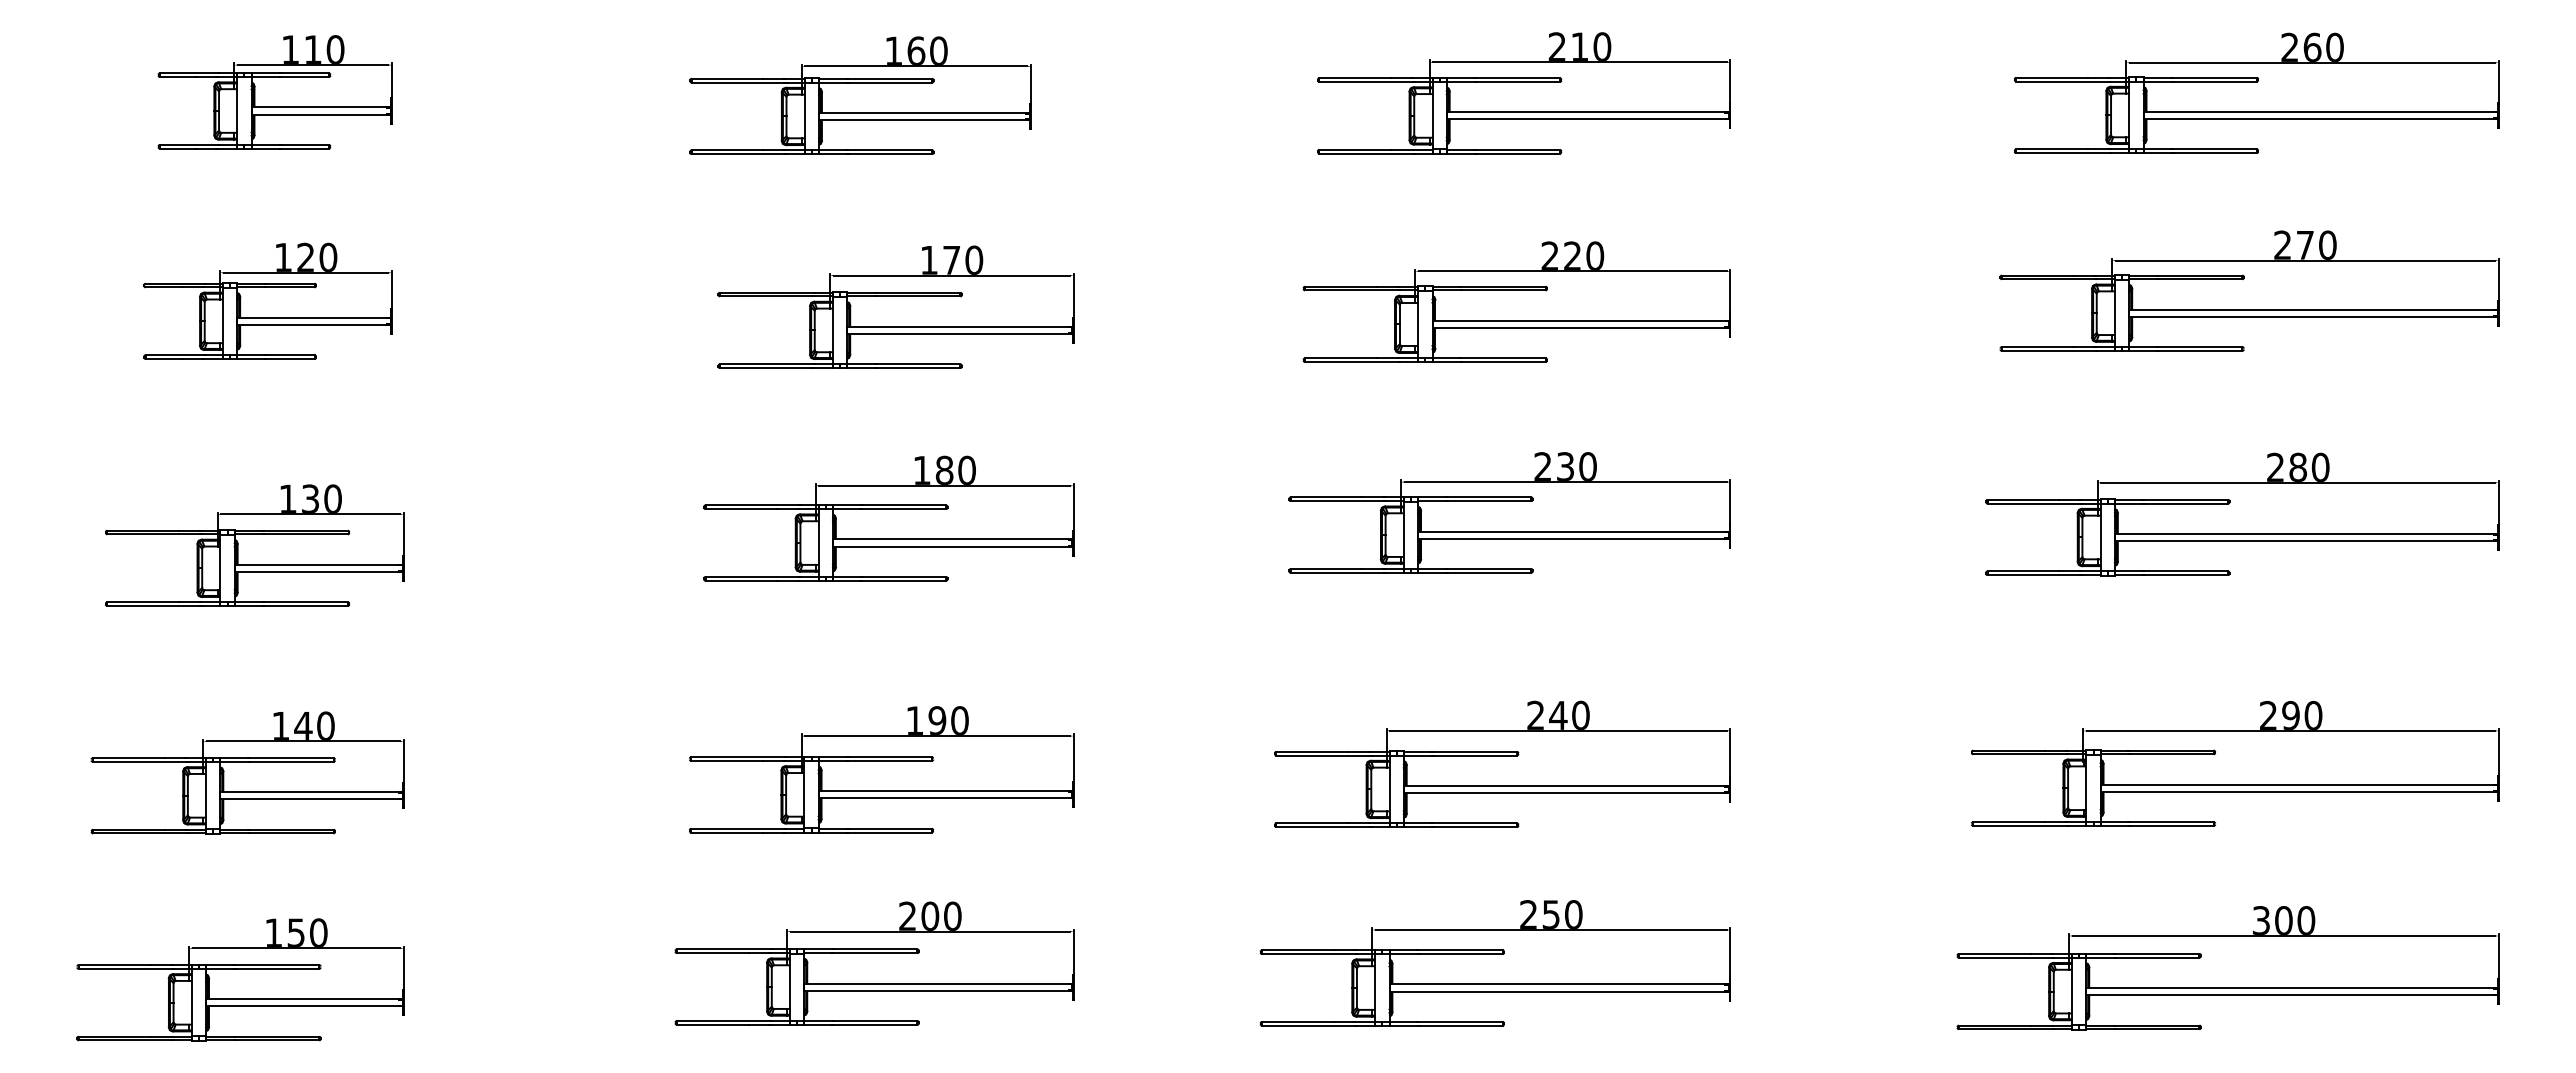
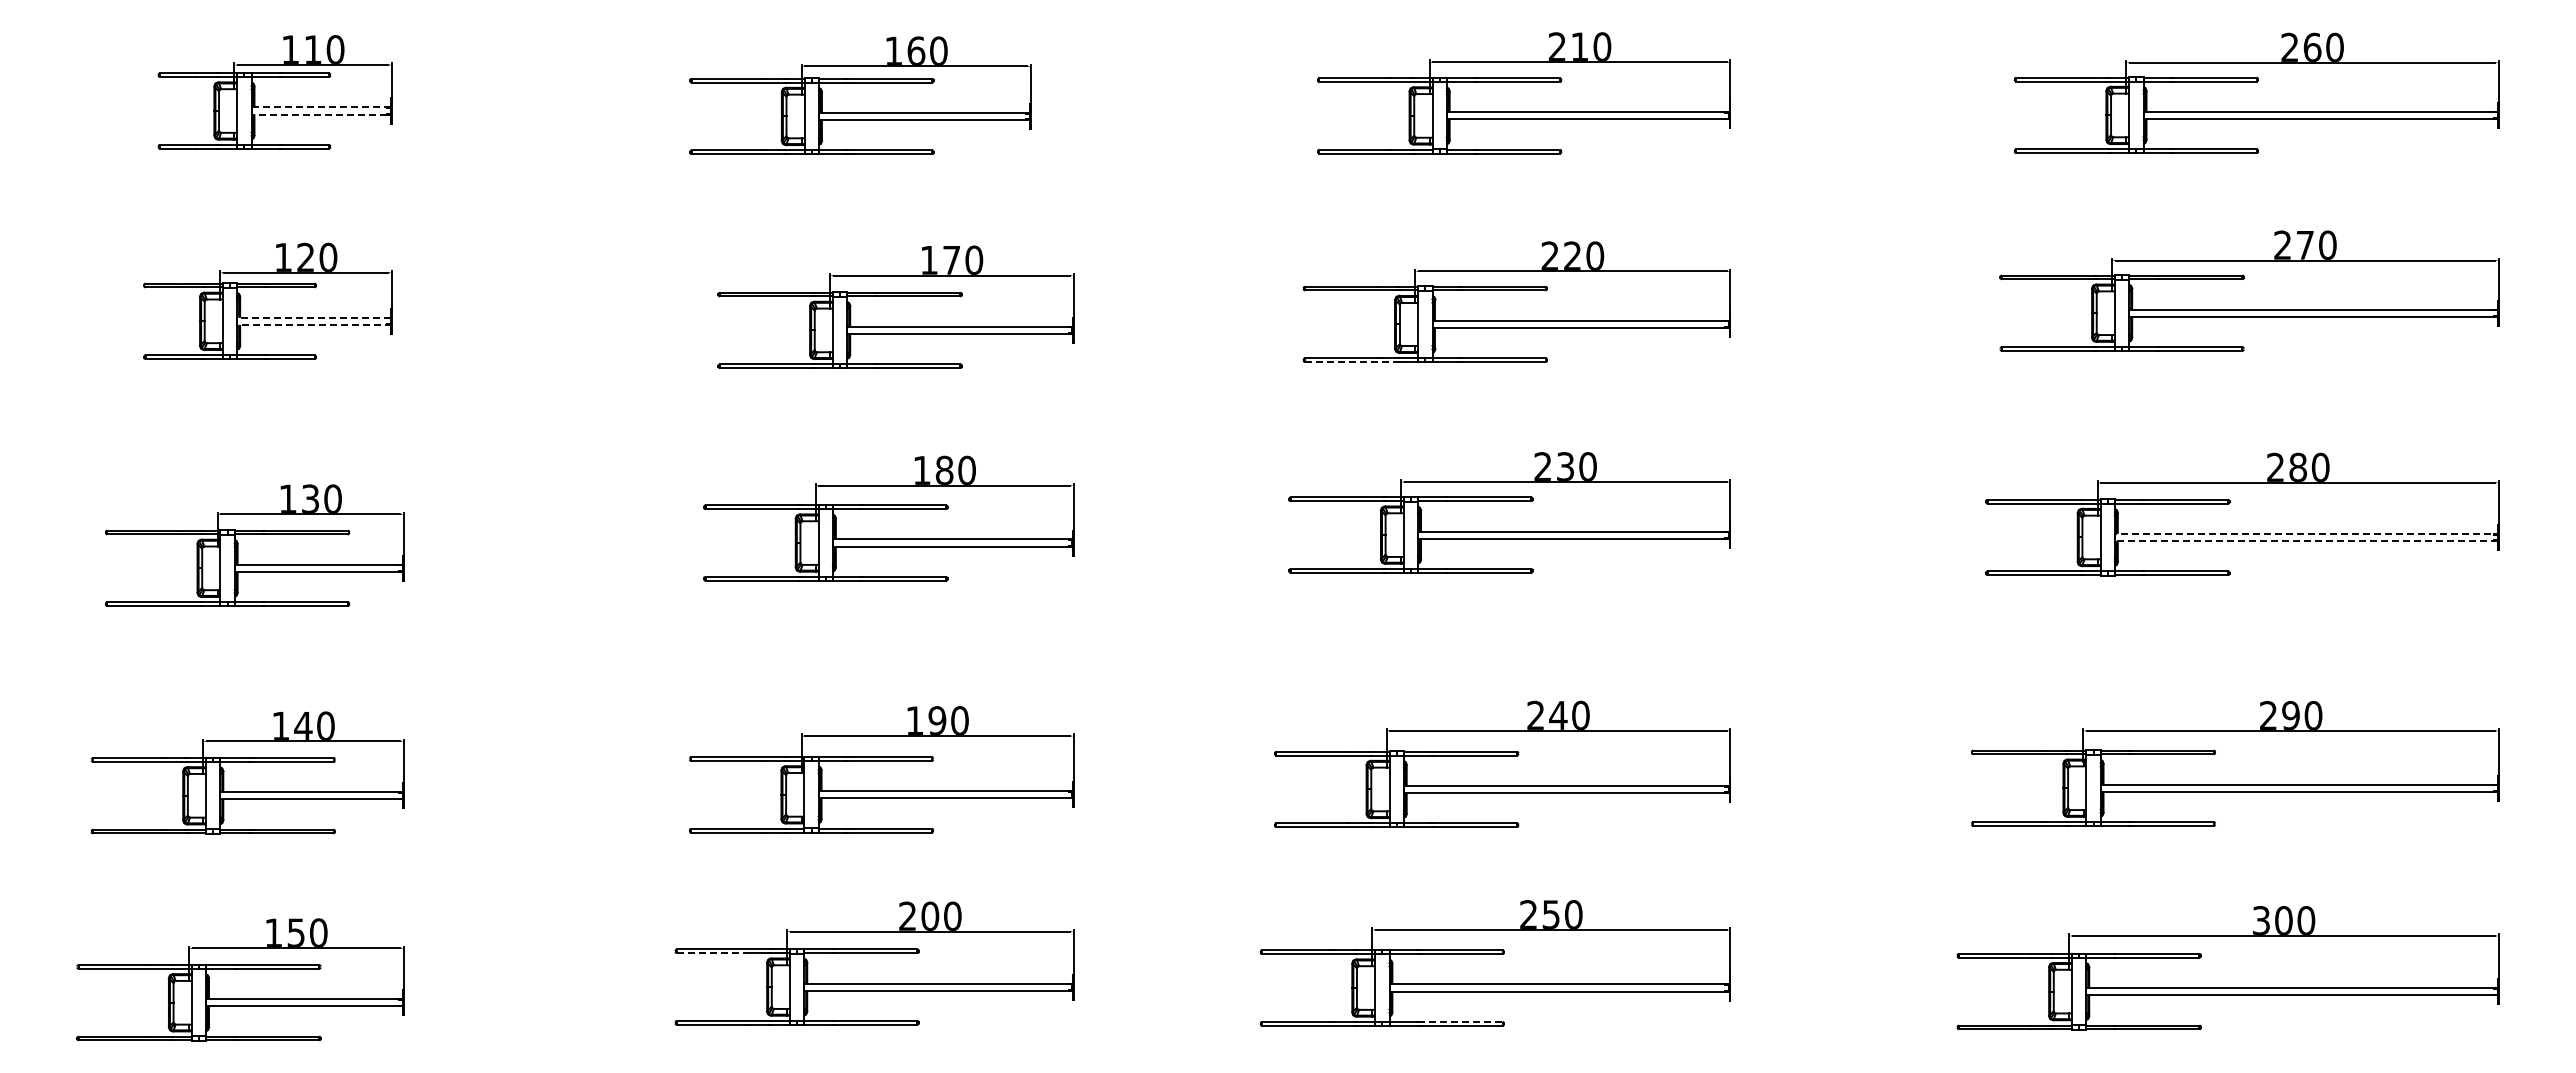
line at (251, 111): solid -> dashed
line at (237, 321): solid -> dashed
line at (1351, 362): solid -> dashed
line at (2114, 537): solid -> dashed
line at (712, 953): solid -> dashed
line at (1461, 1021): solid -> dashed
